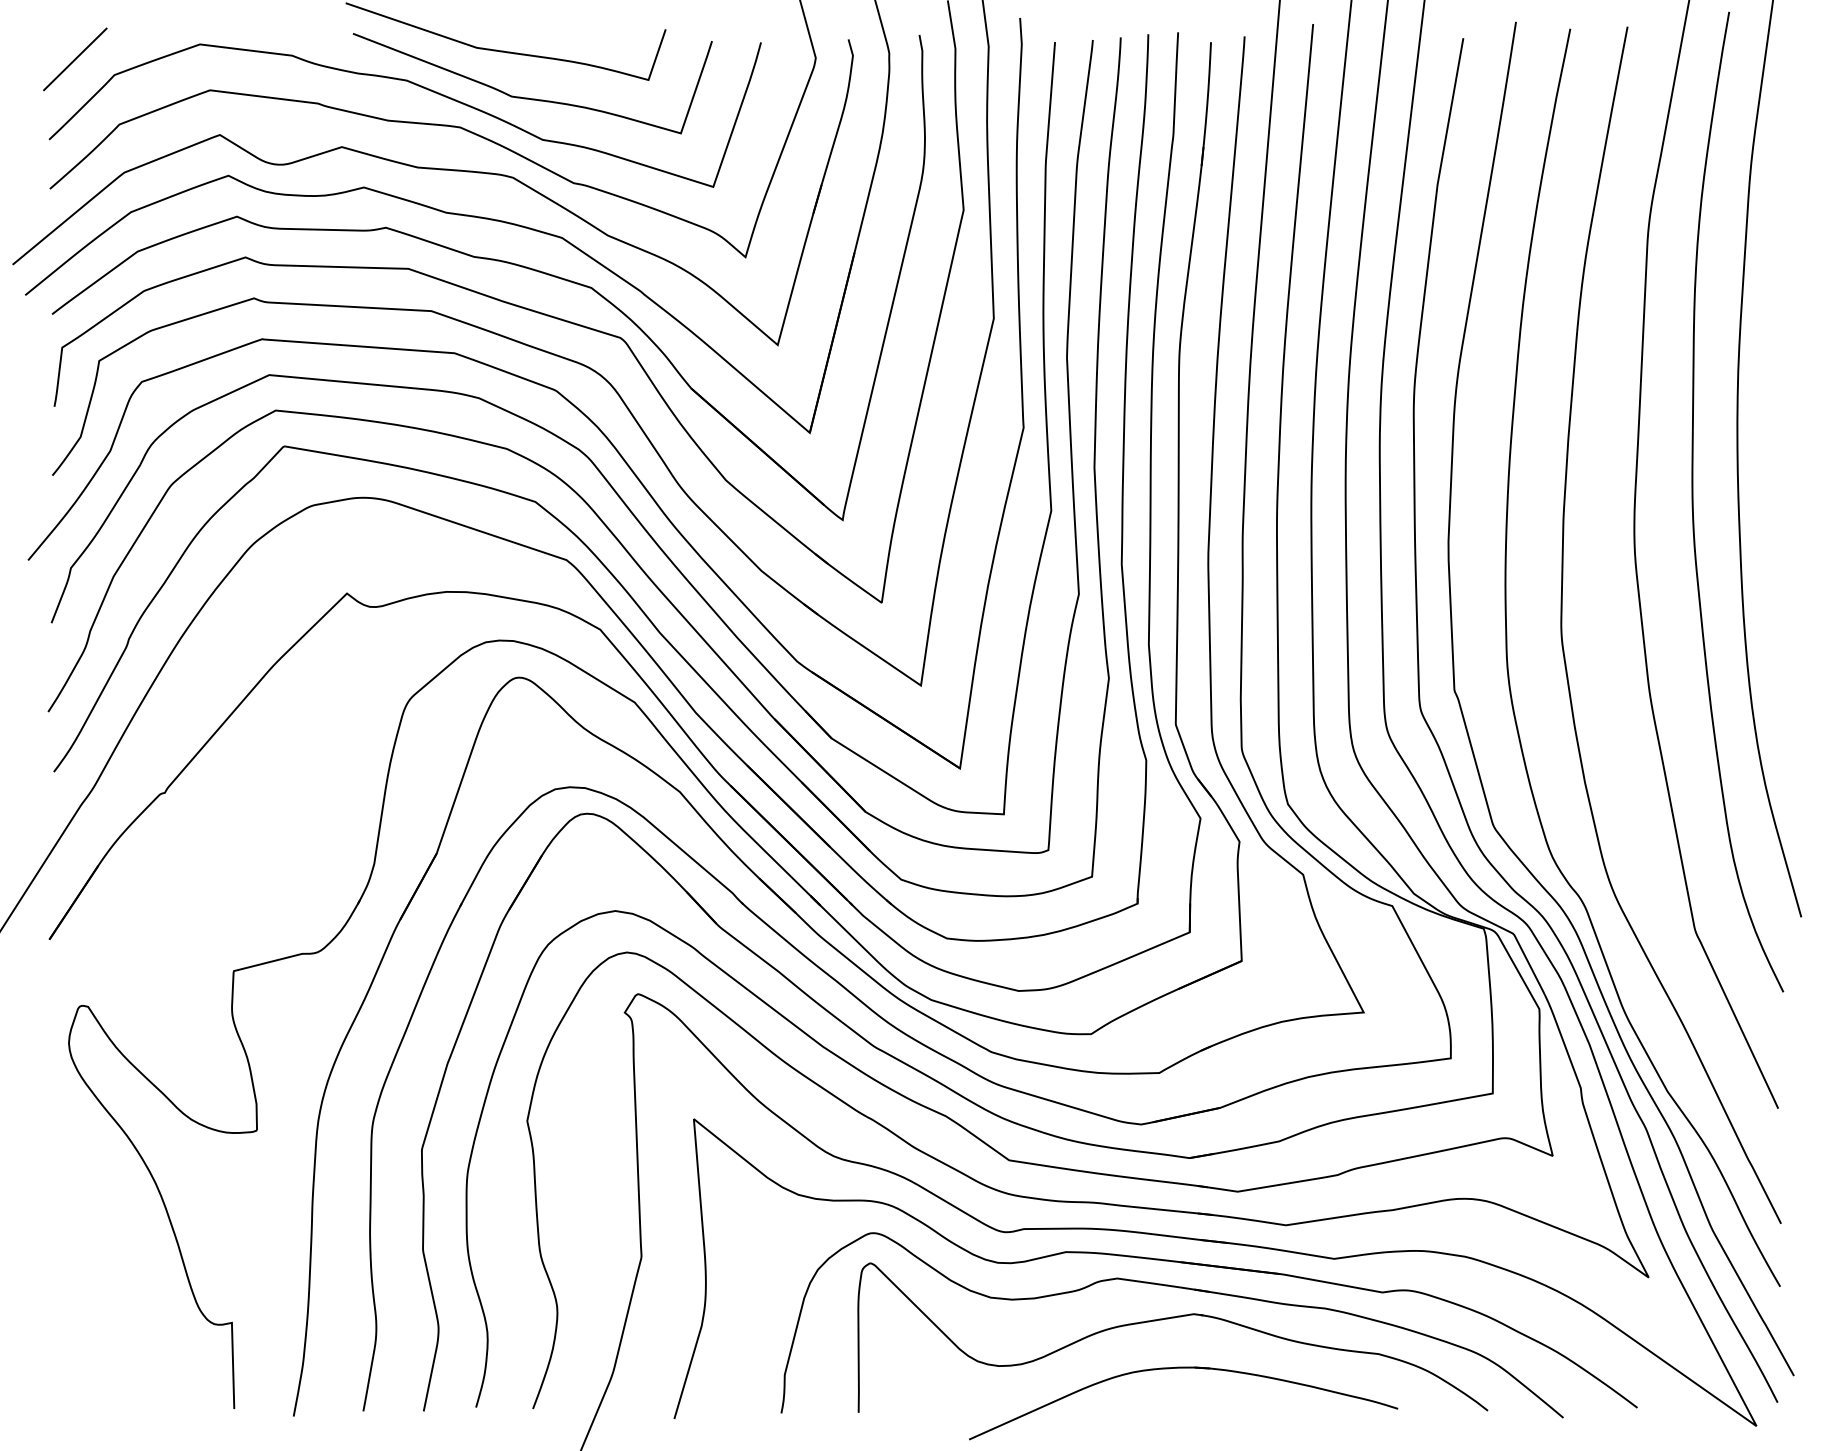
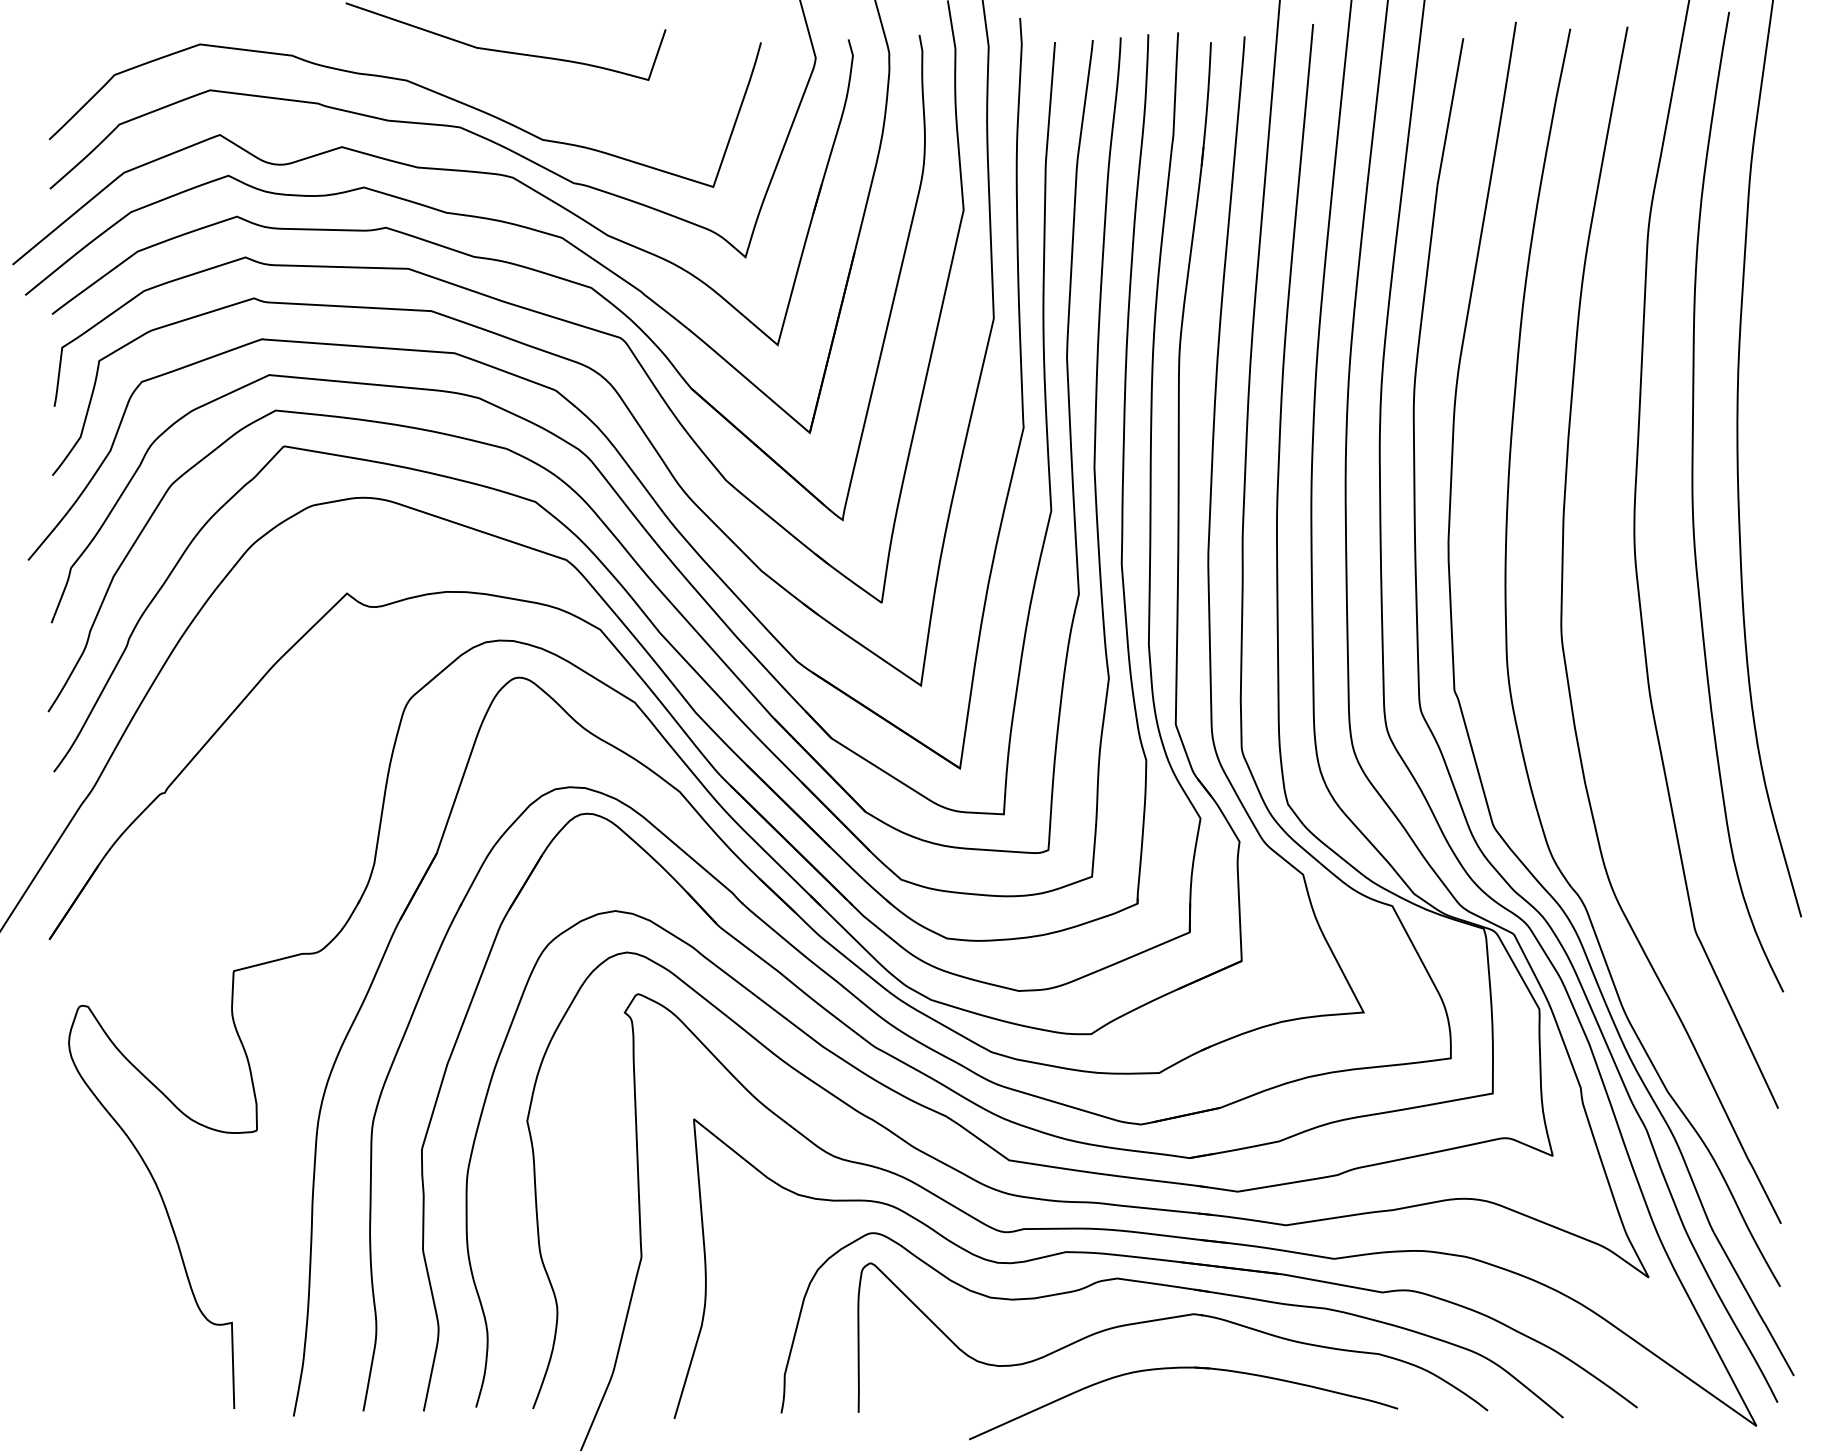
line at (75, 59): present -> none
curve at (528, 97): present -> none
